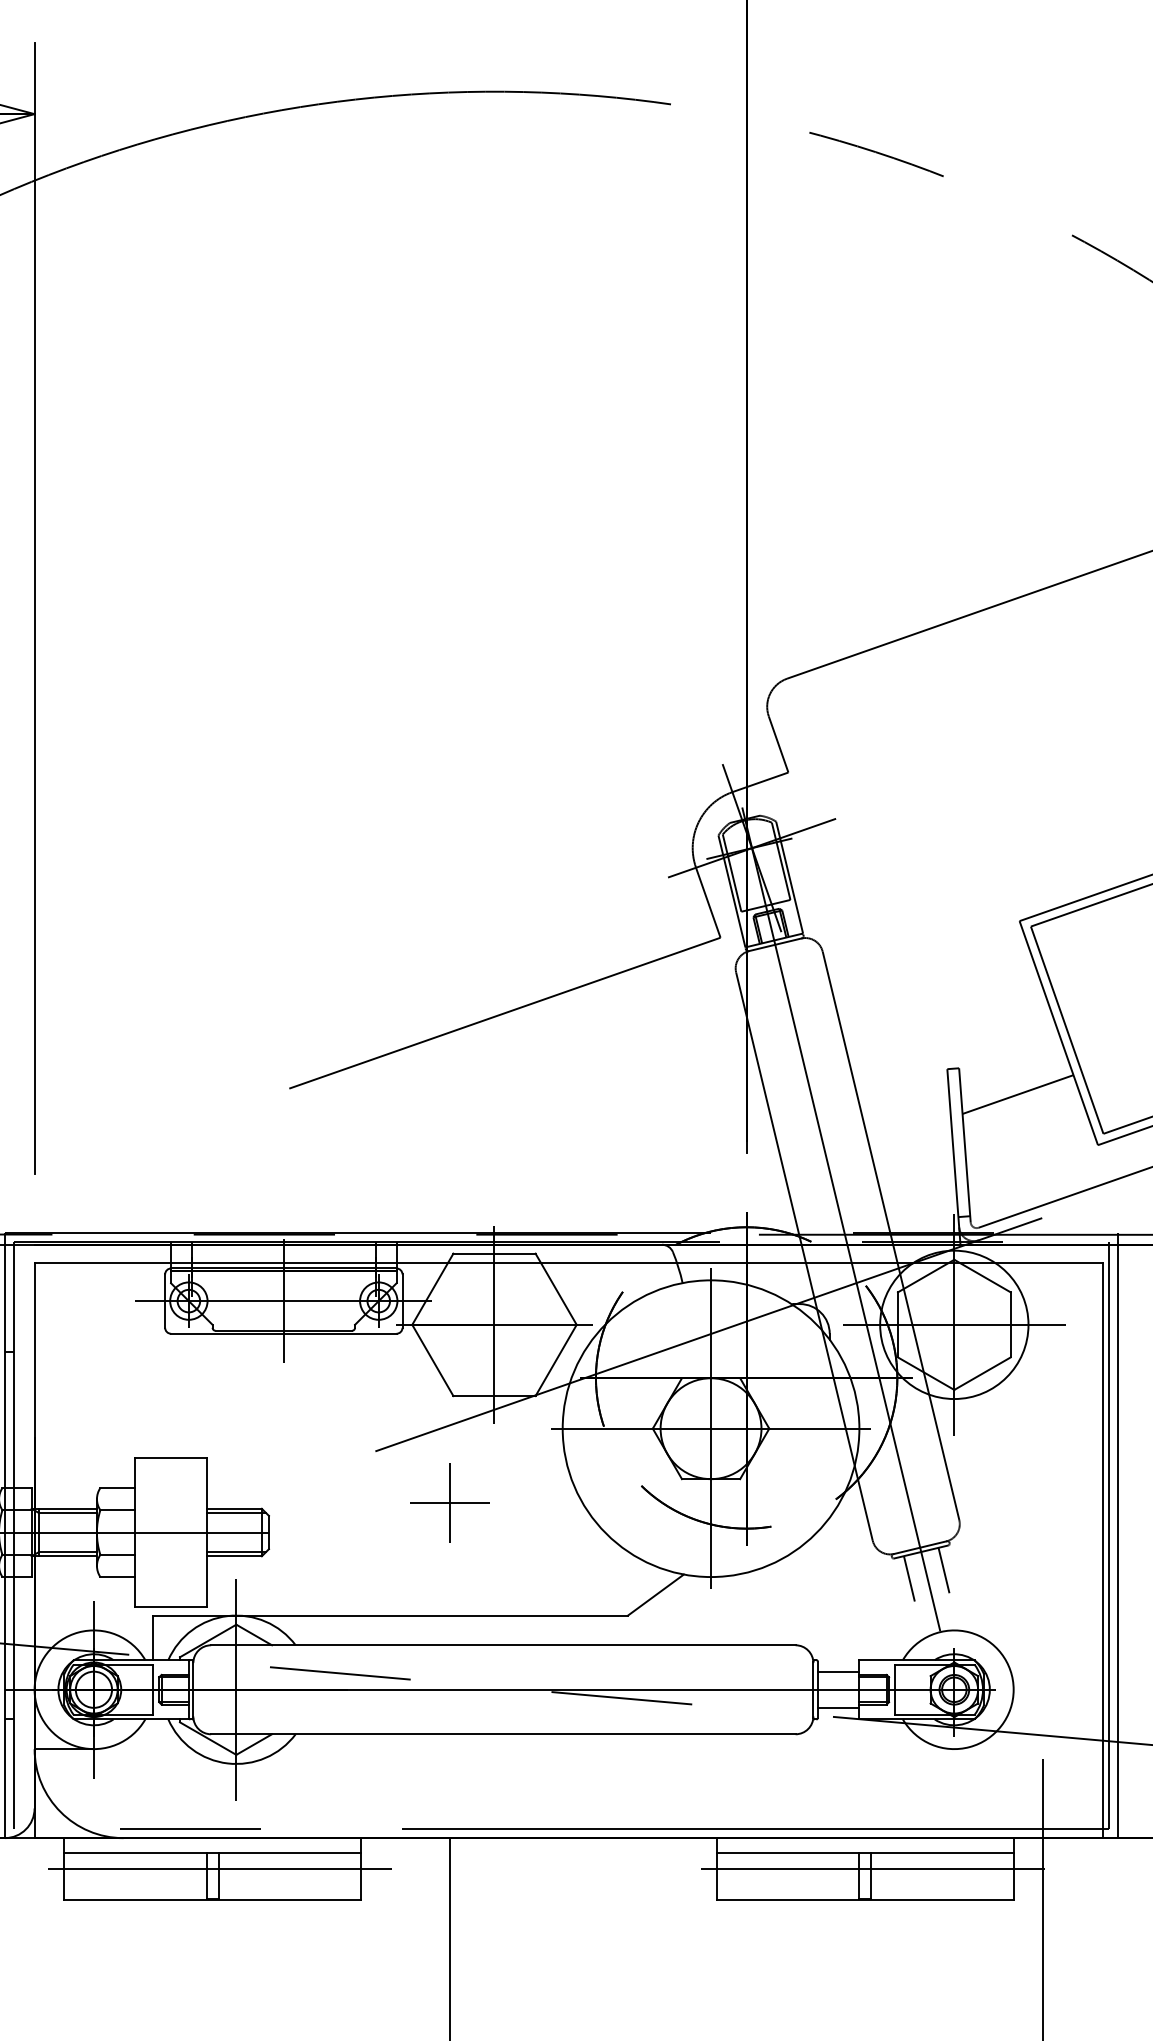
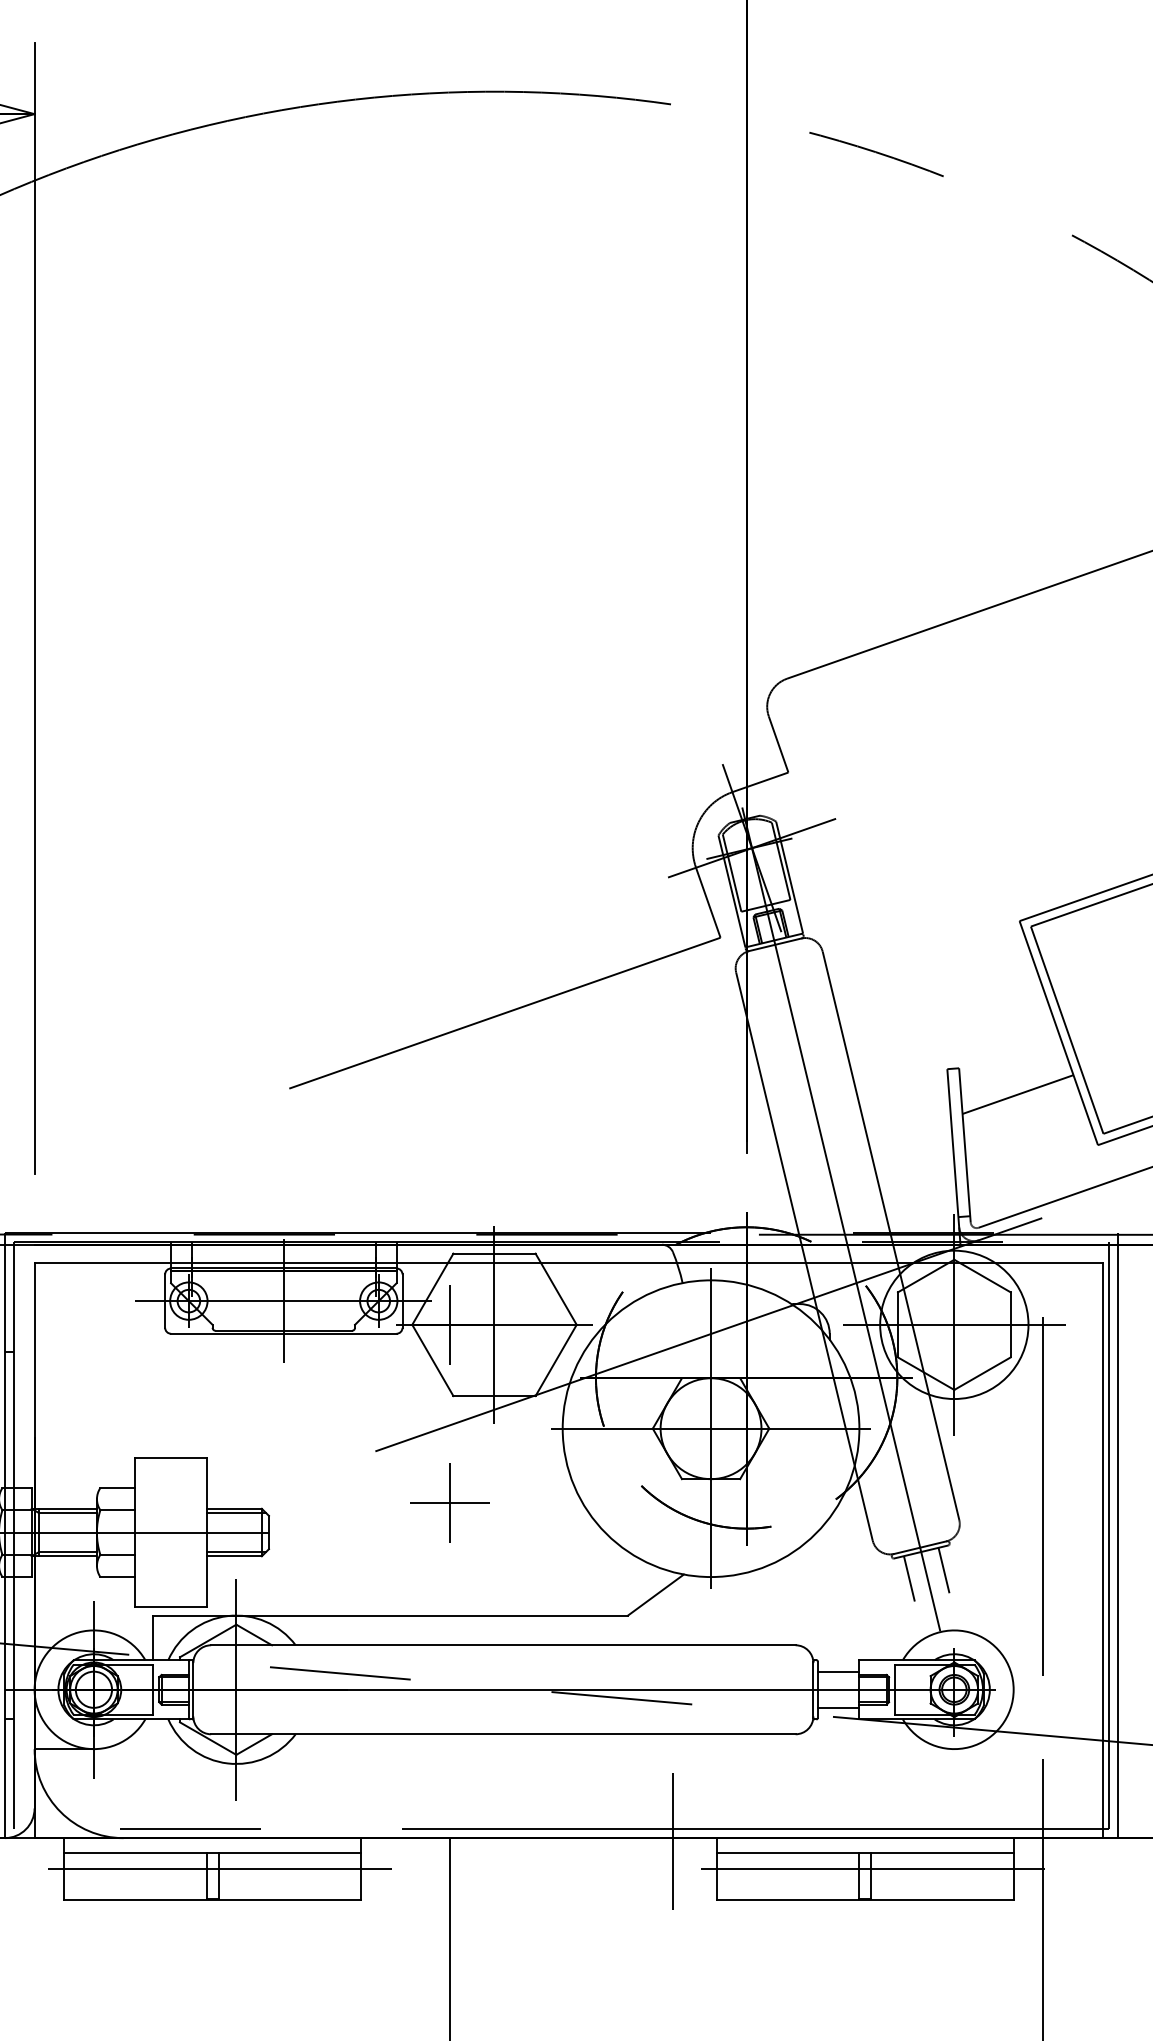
line at (449, 1324): none -> present
line at (1043, 1496): none -> present
line at (672, 1841): none -> present
